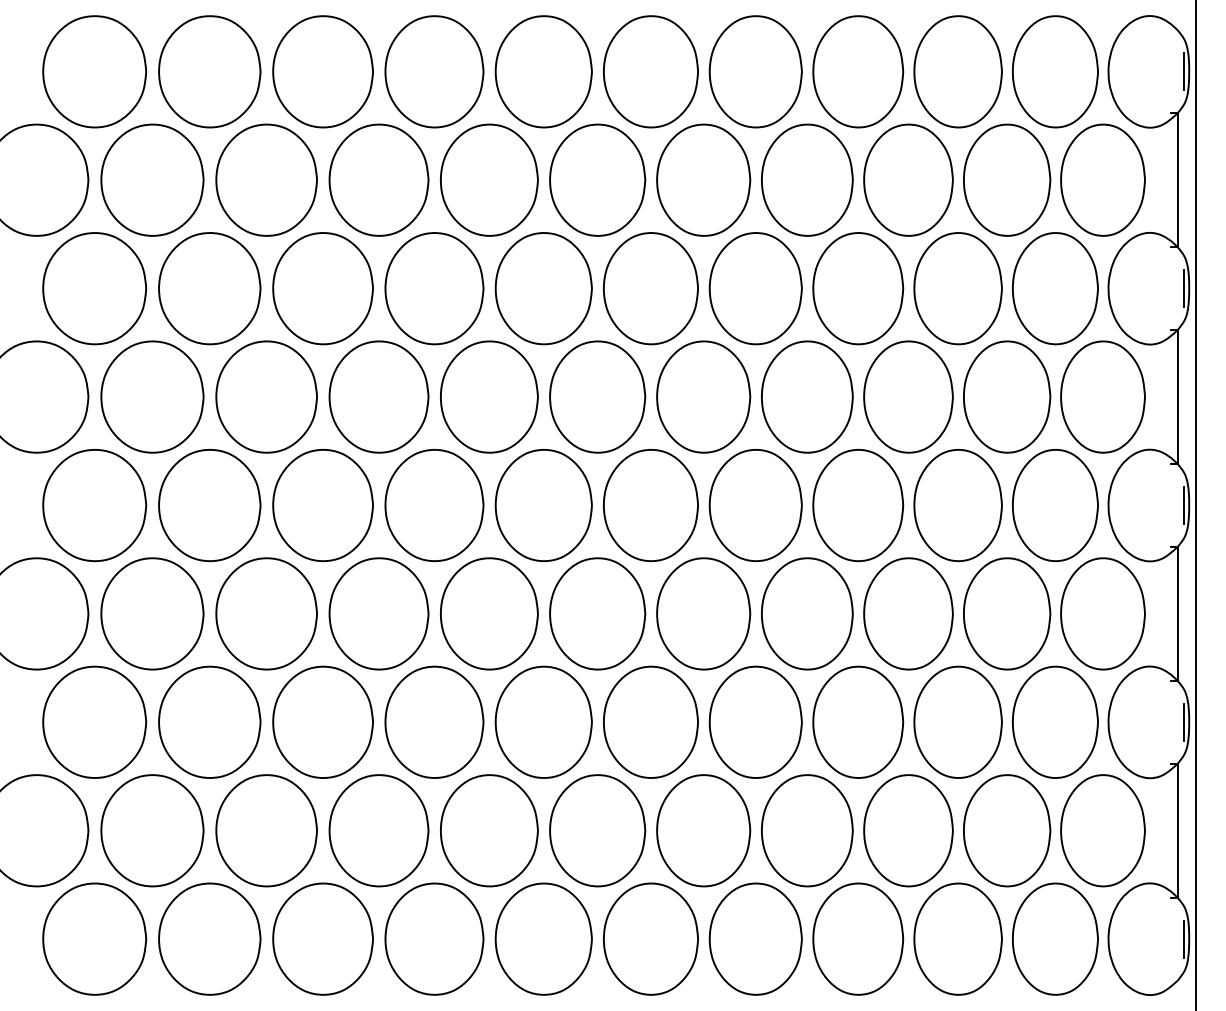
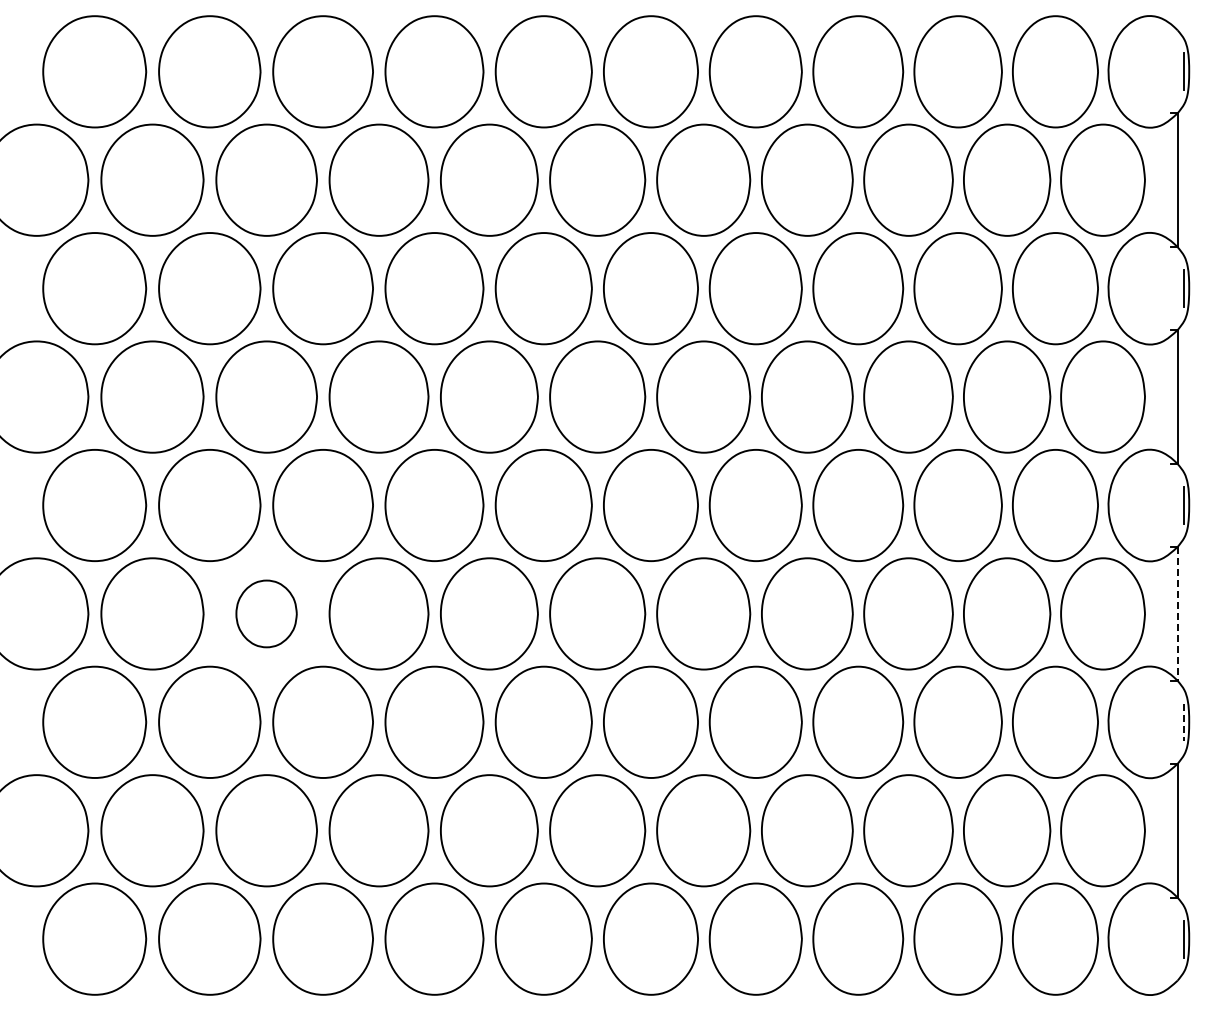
line at (1195, 504): present -> none
part at (266, 613) size: 103x114 px -> 63x70 px
line at (1177, 614): solid -> dashed
line at (1183, 722): solid -> dashed
